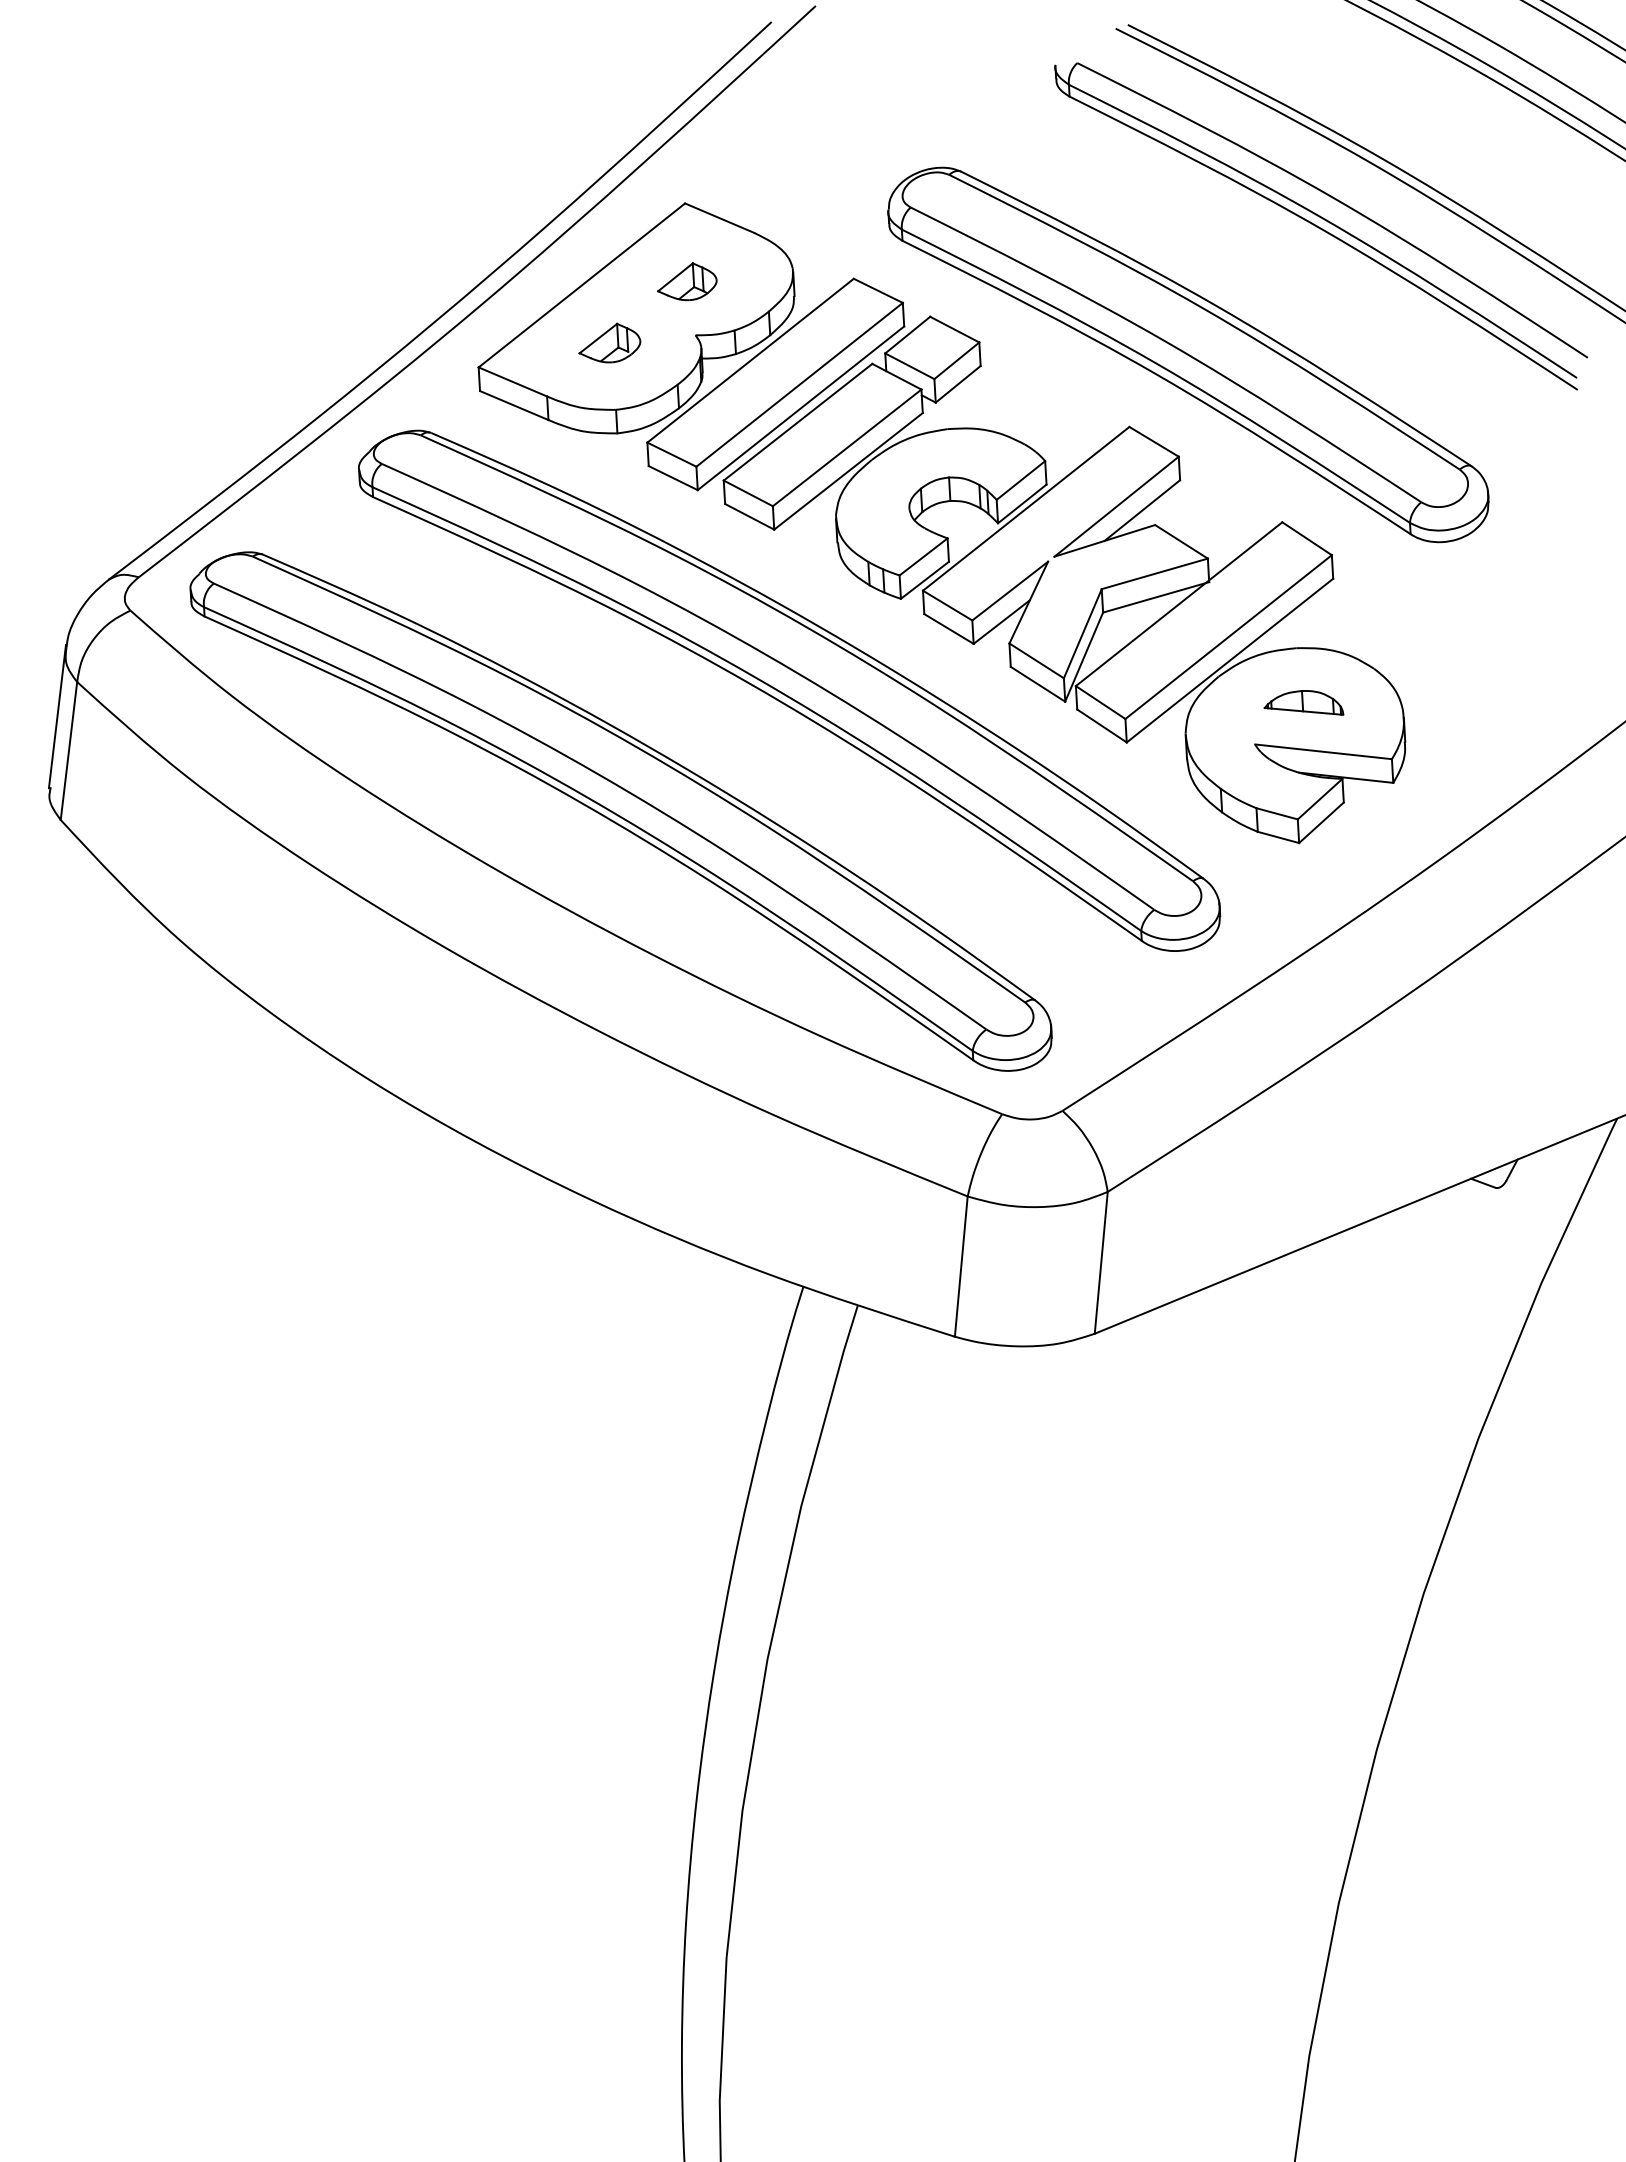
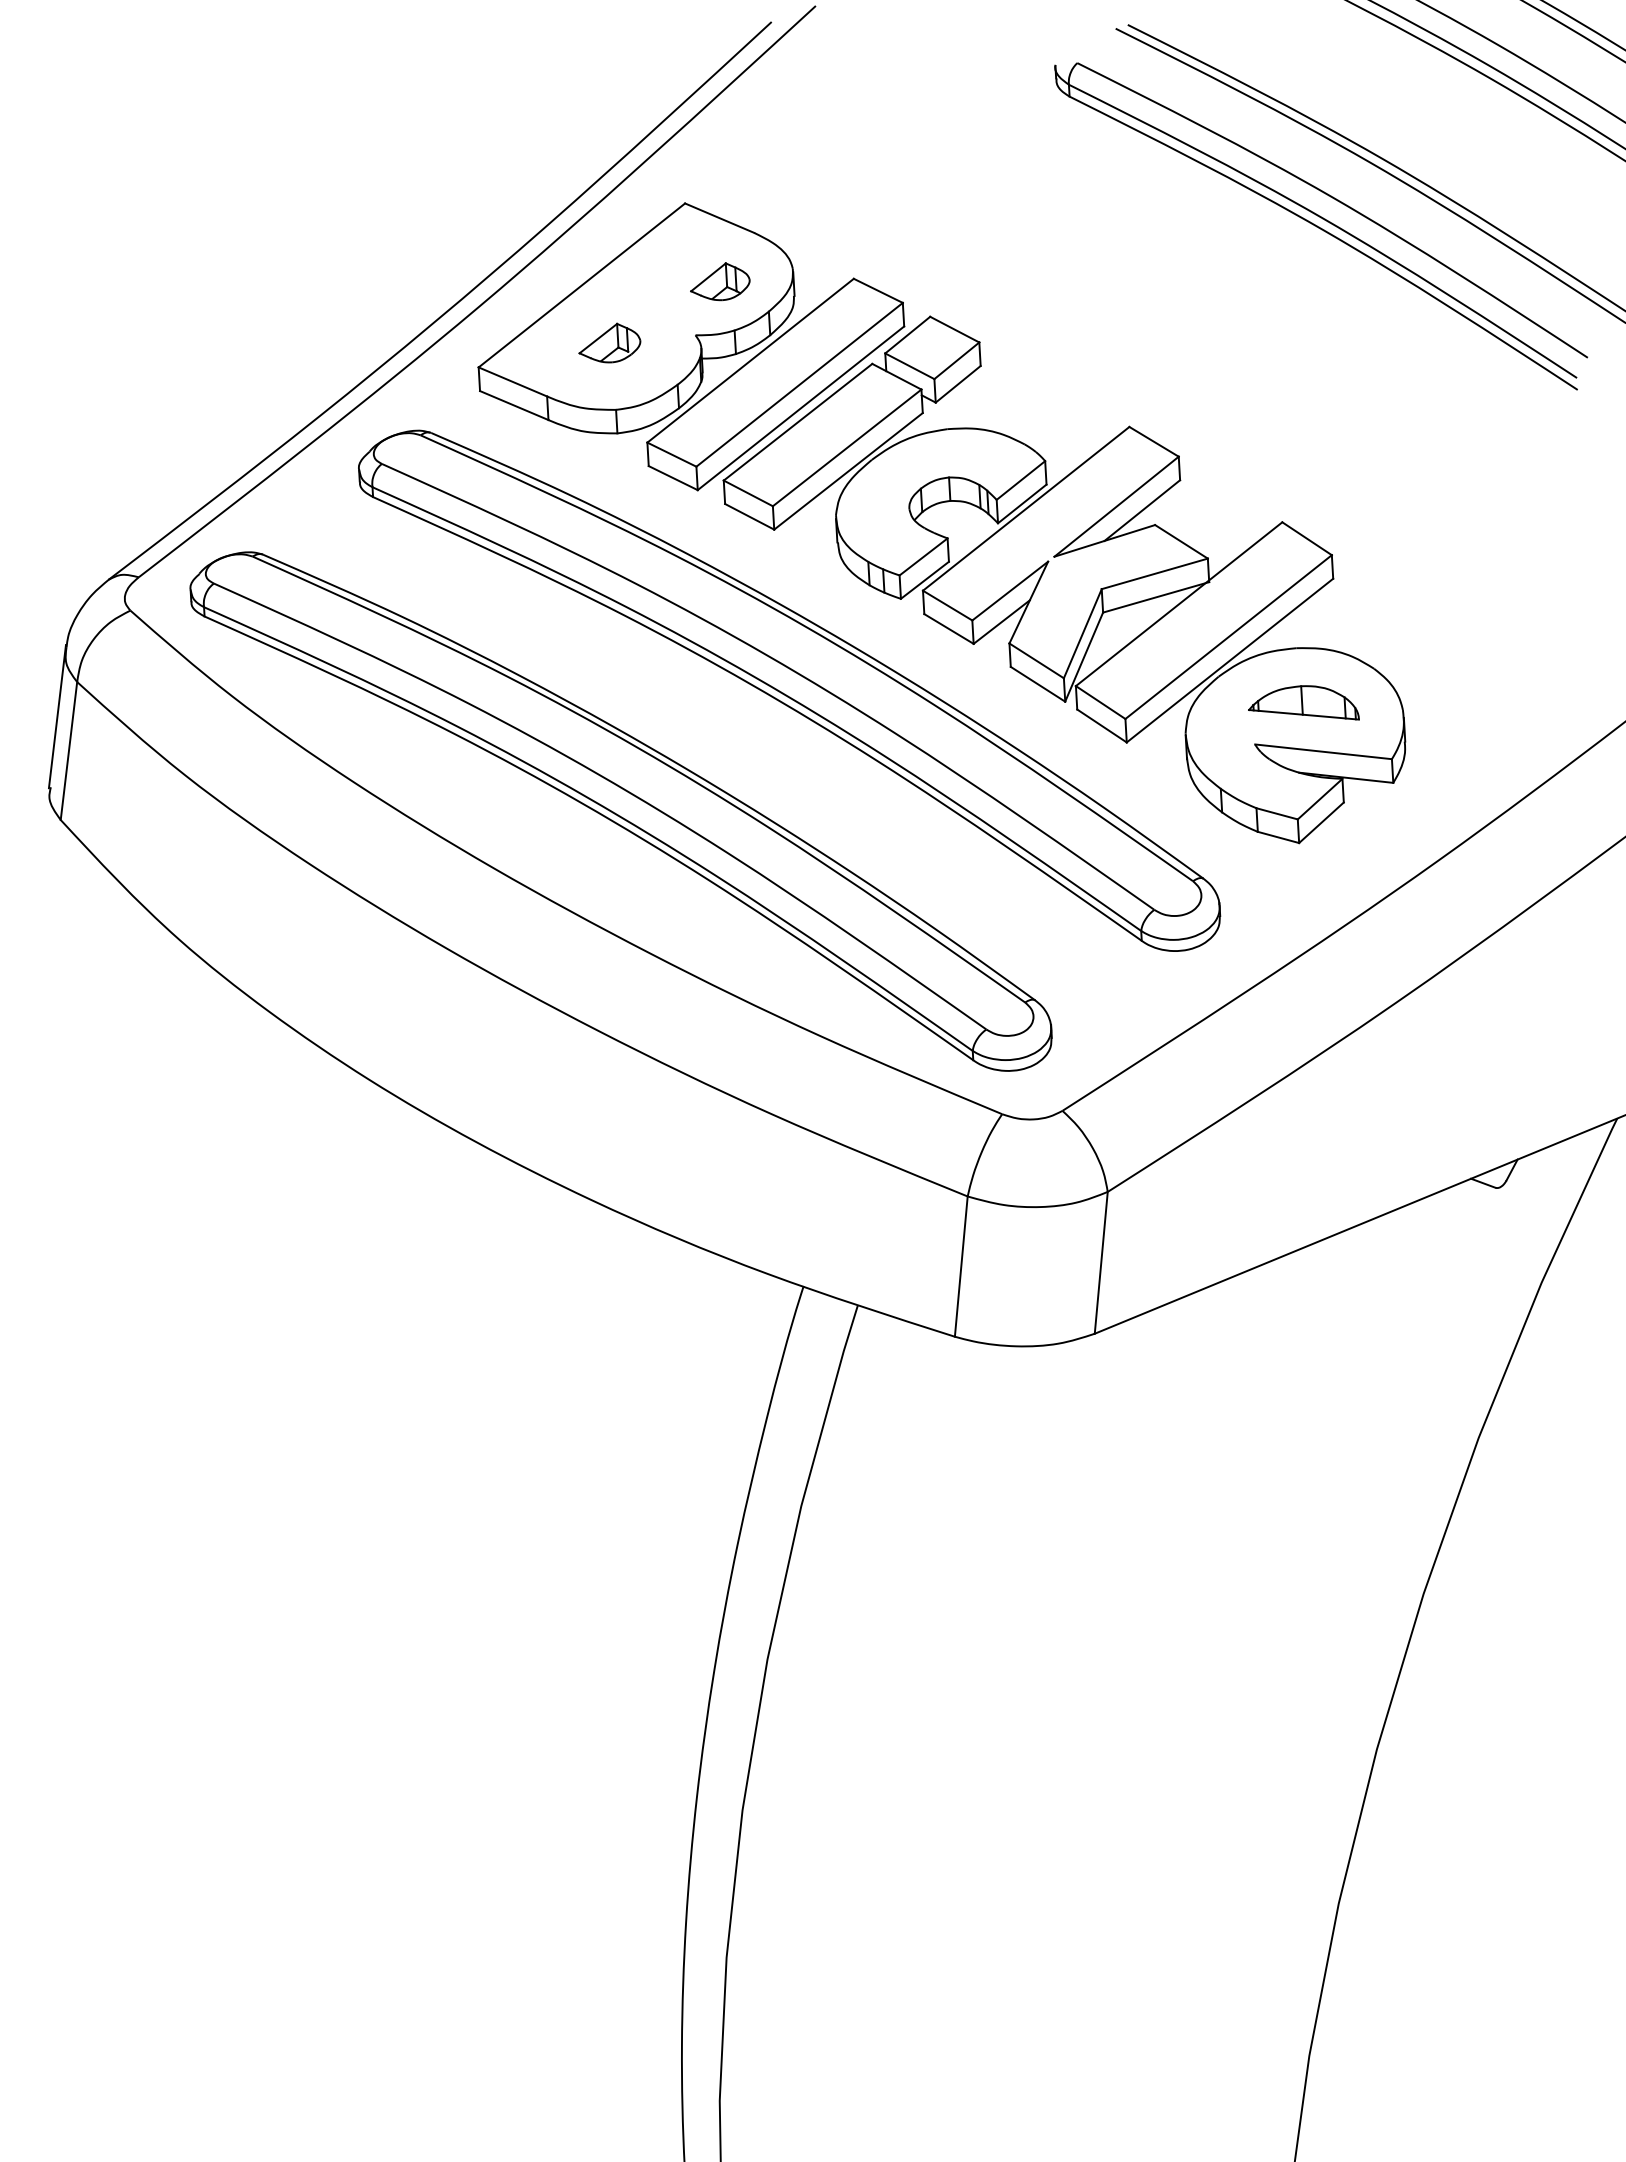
part at (687, 281) position: (687, 281) -> (720, 281)
part at (1188, 354): present -> none
part at (1303, 702) size: 82x26 px -> 112x36 px
